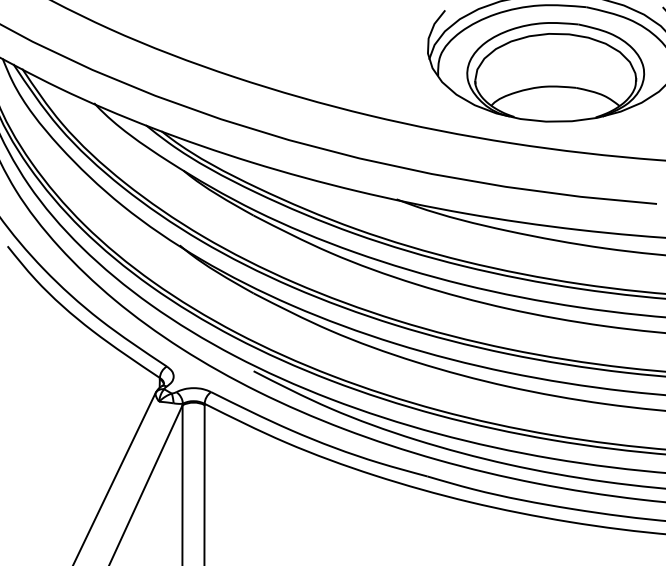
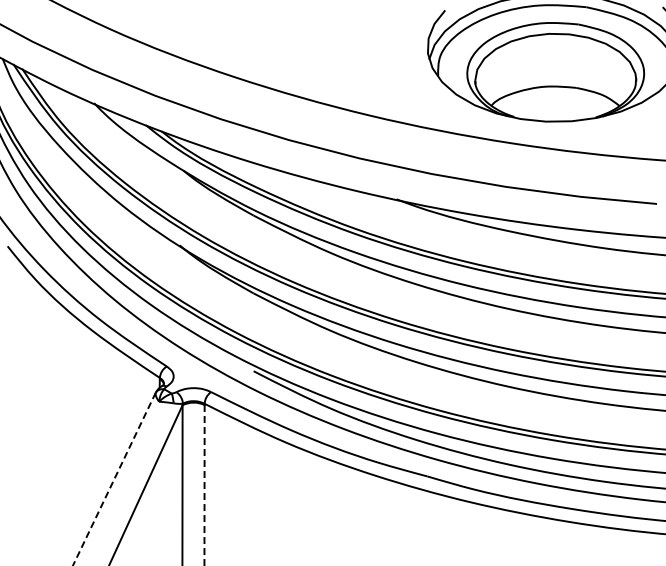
line at (114, 479): solid -> dashed
line at (204, 485): solid -> dashed
